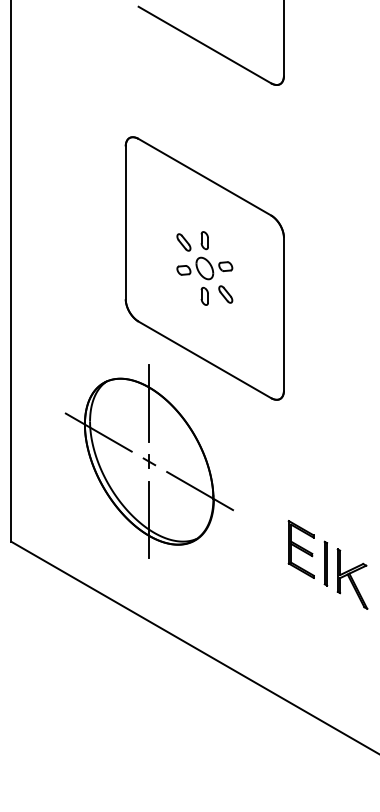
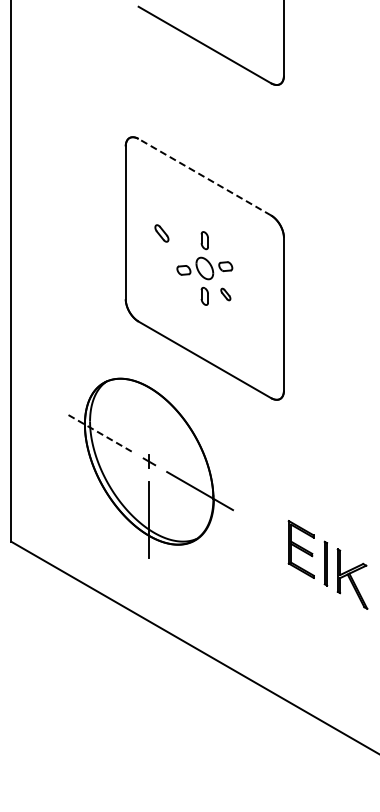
line at (204, 176): solid -> dashed
part at (183, 242) position: (183, 242) -> (161, 233)
part at (225, 294) size: 16x19 px -> 12x15 px
line at (149, 402): present -> none
line at (98, 432): solid -> dashed
